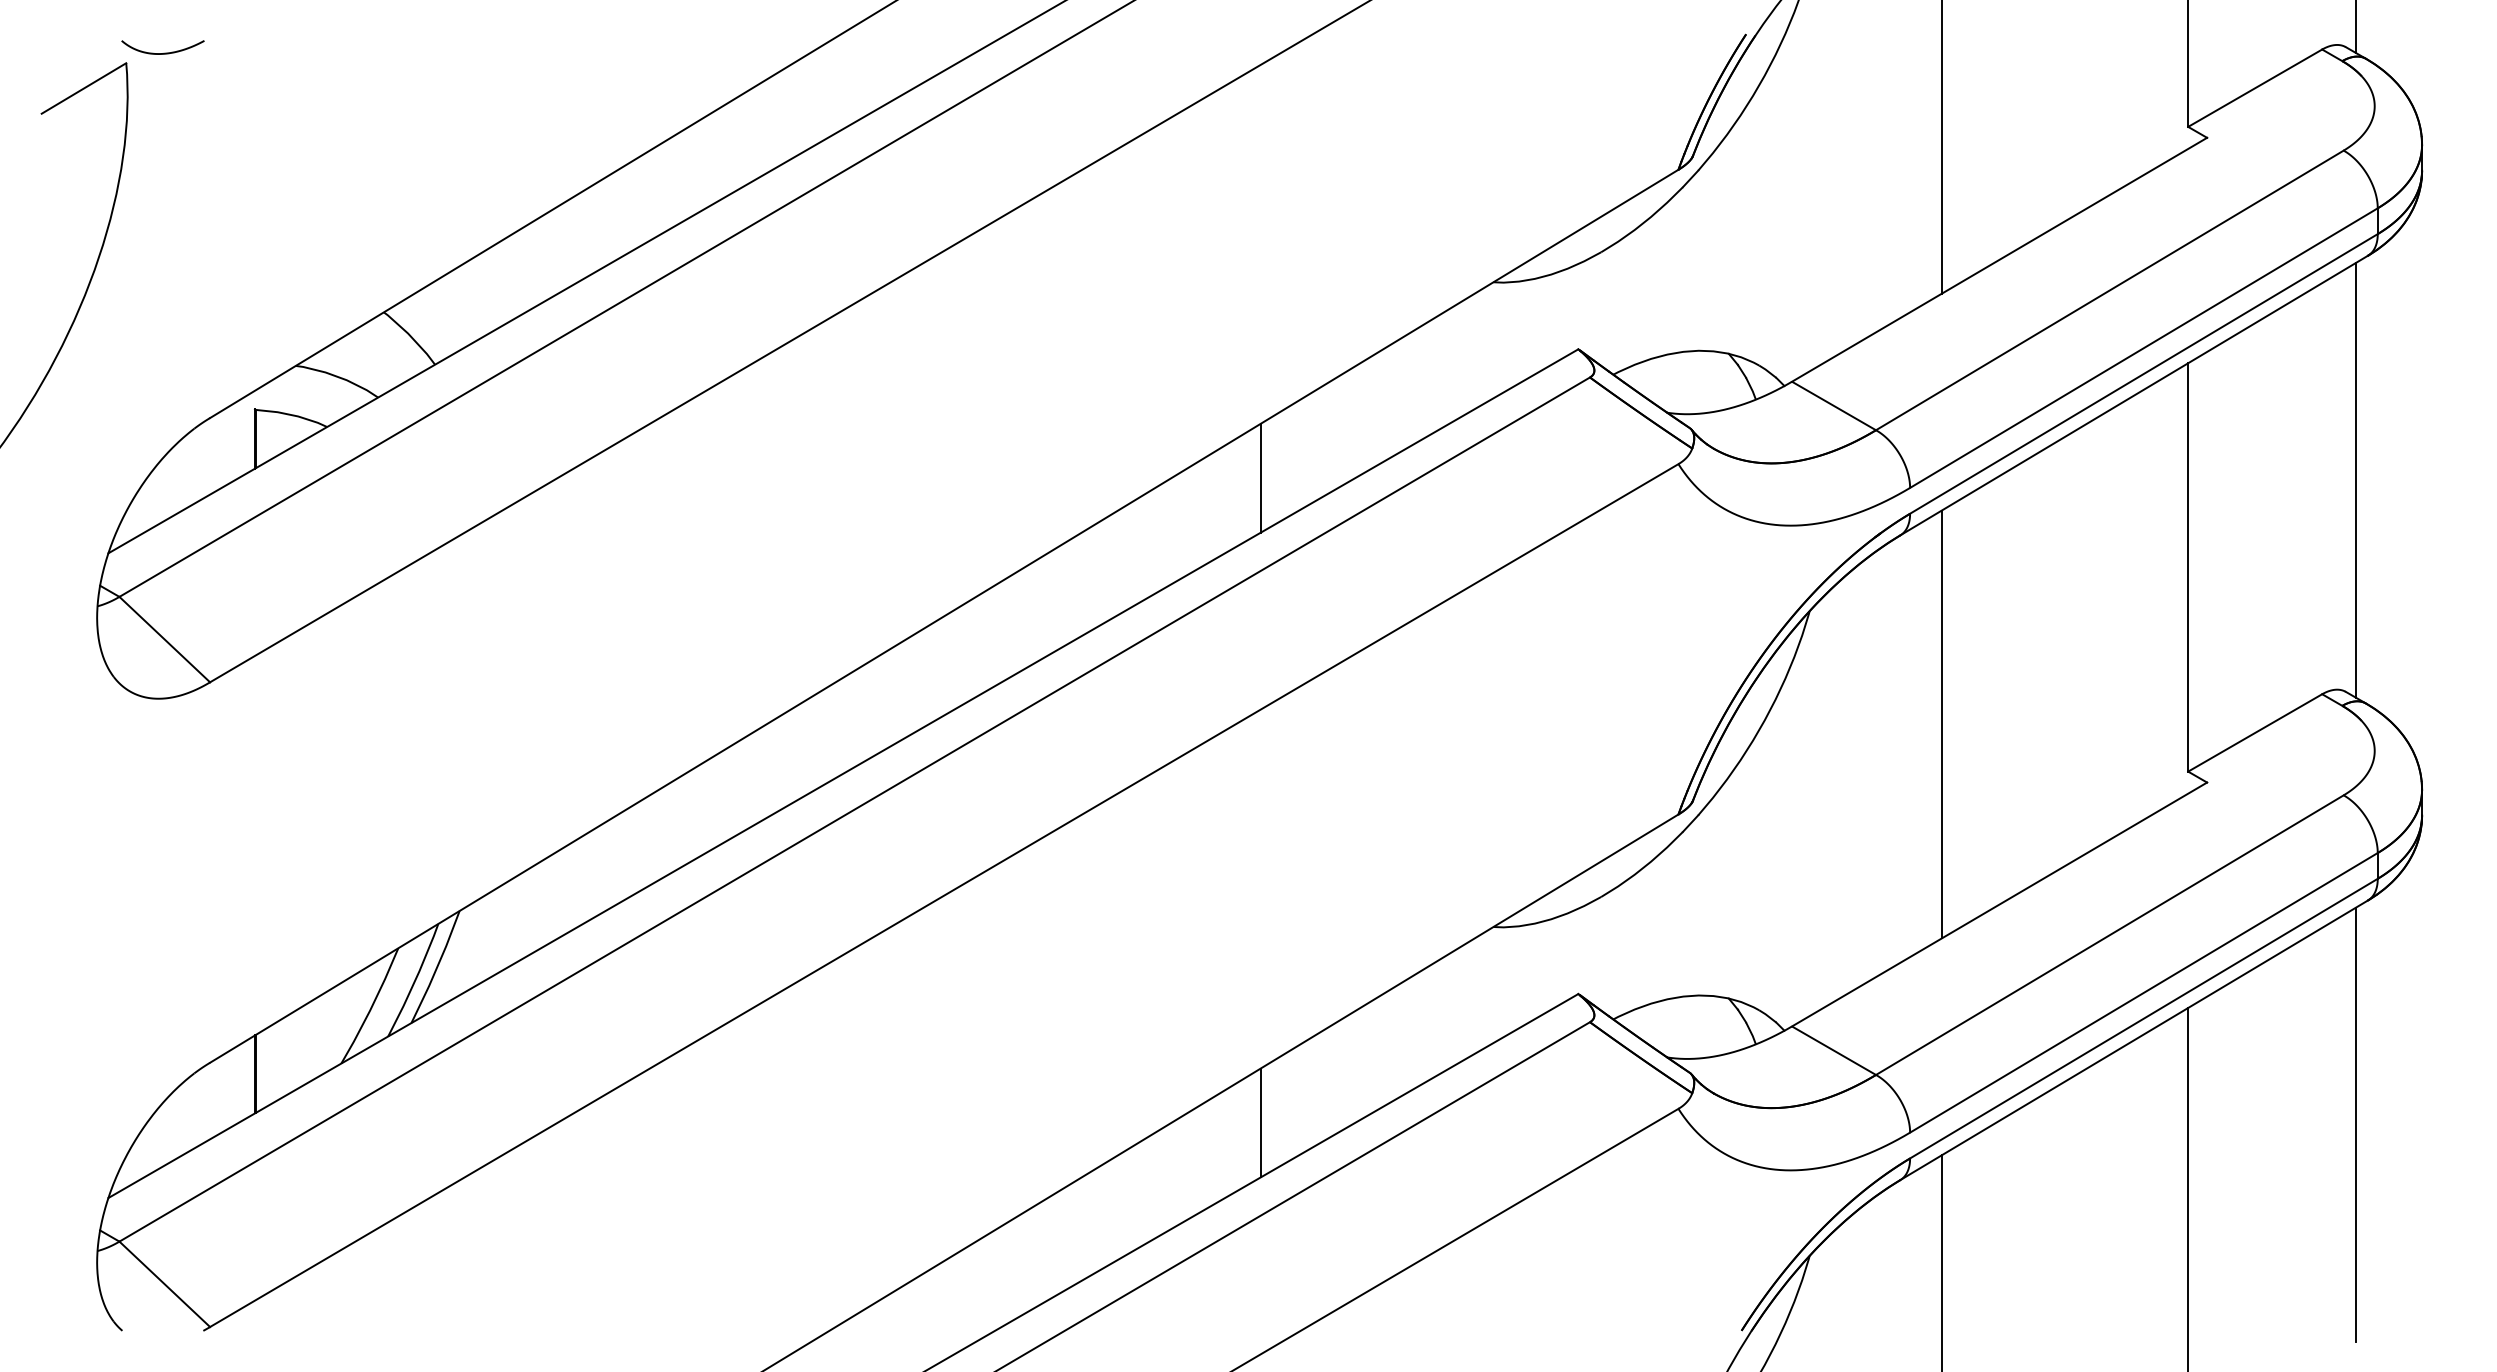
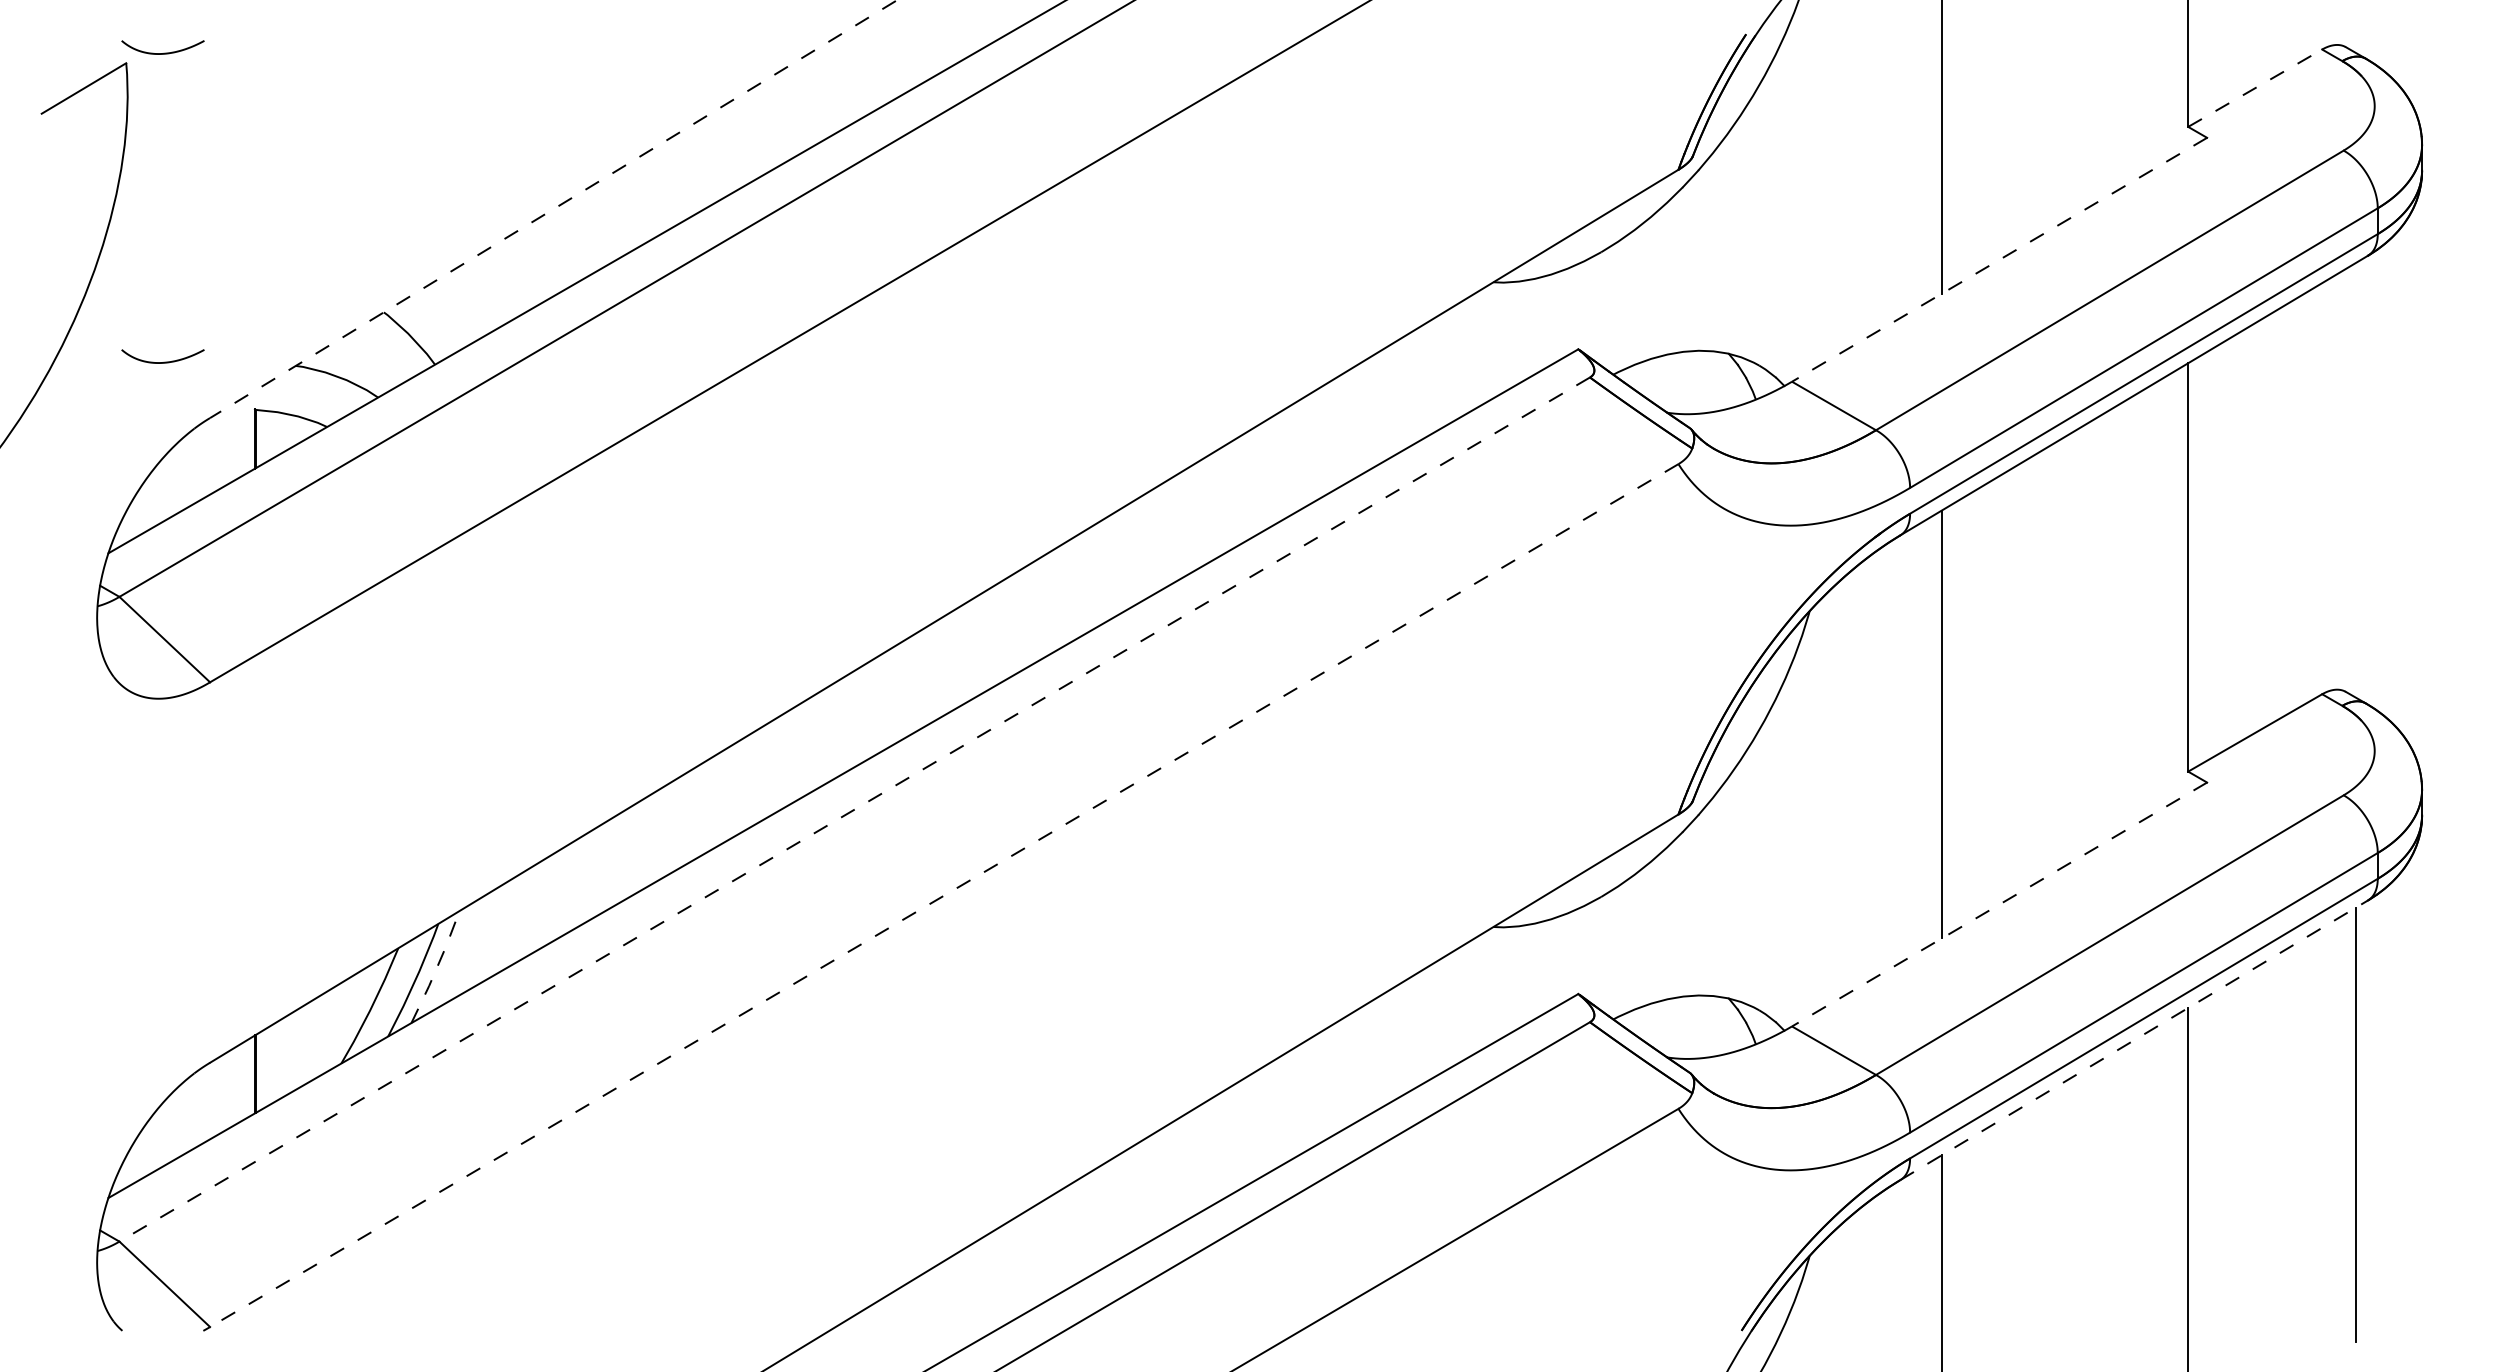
line at (2355, 27): present -> none
line at (2255, 87): solid -> dashed
line at (553, 209): solid -> dashed
line at (1999, 259): solid -> dashed
curve at (164, 361): none -> present
line at (1260, 477): present -> none
line at (2355, 480): present -> none
line at (854, 809): solid -> dashed
line at (944, 895): solid -> dashed
line at (1999, 904): solid -> dashed
line at (436, 967): solid -> dashed
line at (2134, 1040): solid -> dashed
line at (1260, 1122): present -> none
